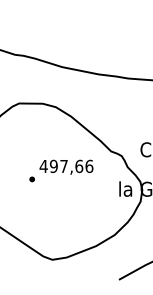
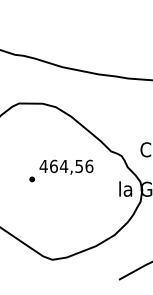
text at (66, 166): 497,66 -> 464,56
